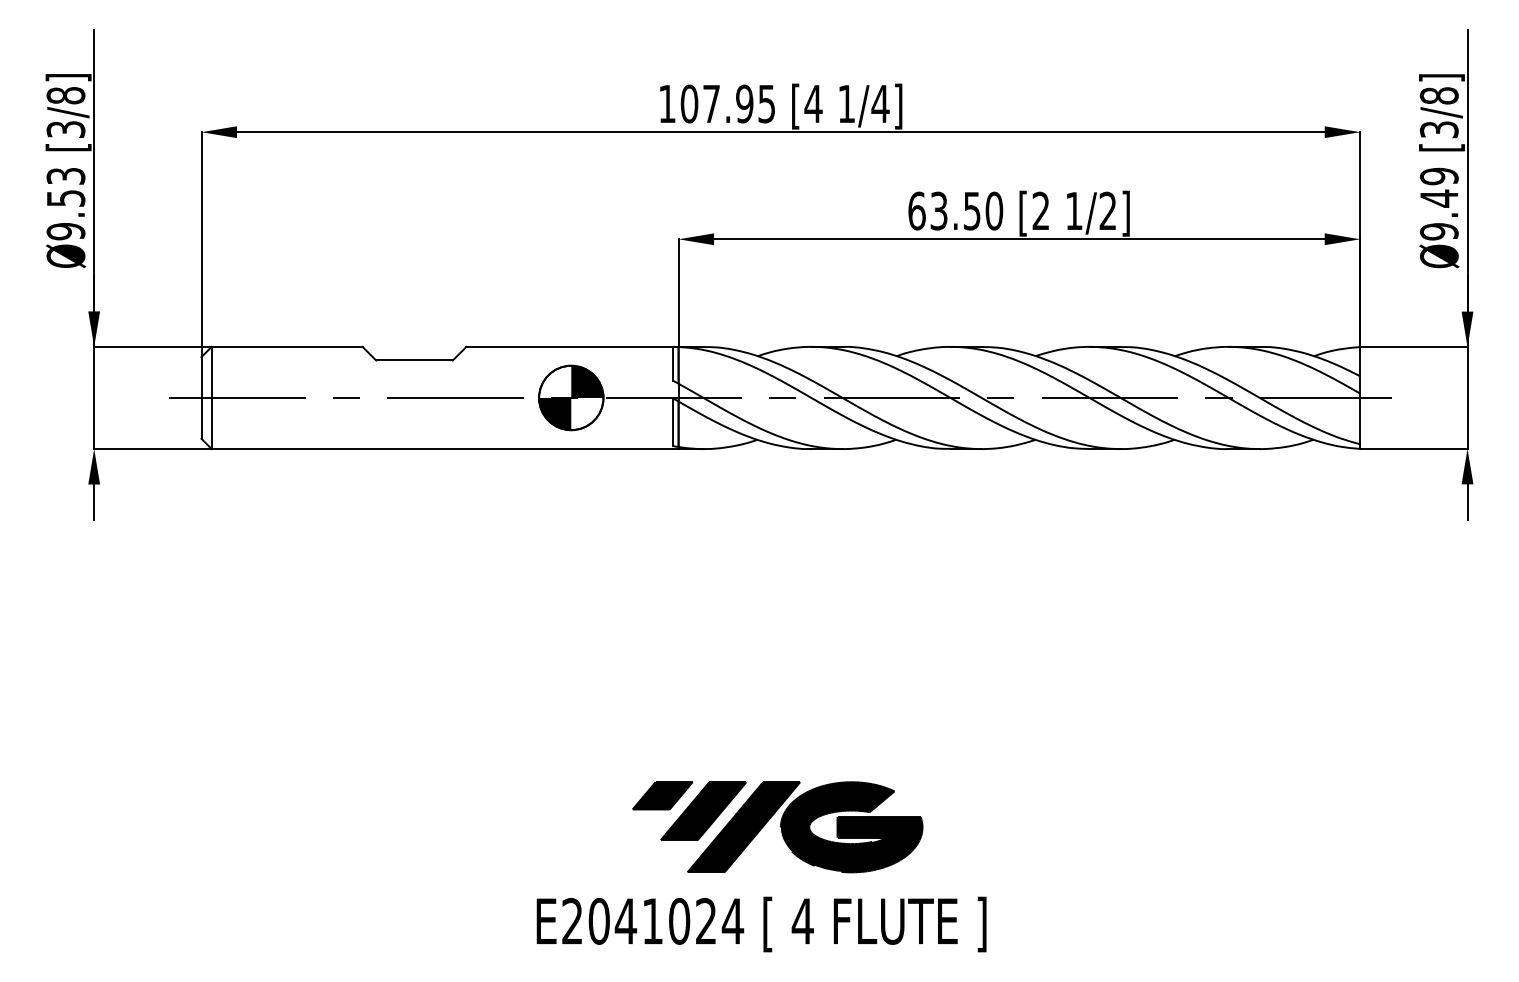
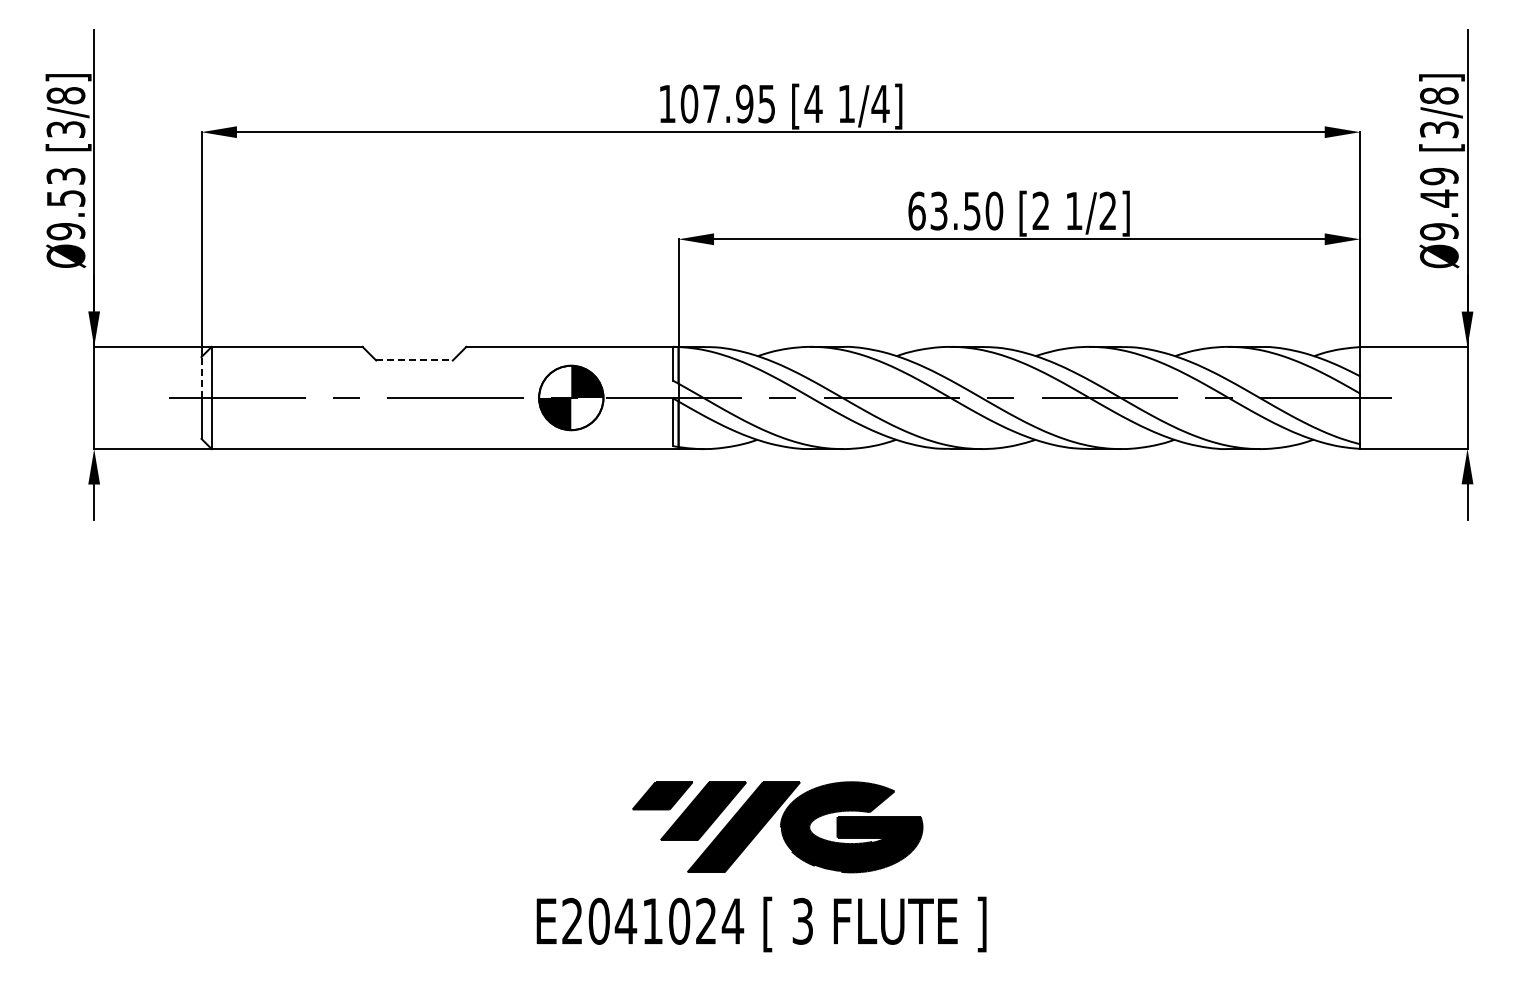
line at (415, 360): solid -> dashed
line at (201, 377): solid -> dashed
text at (802, 920): 4 -> 3
